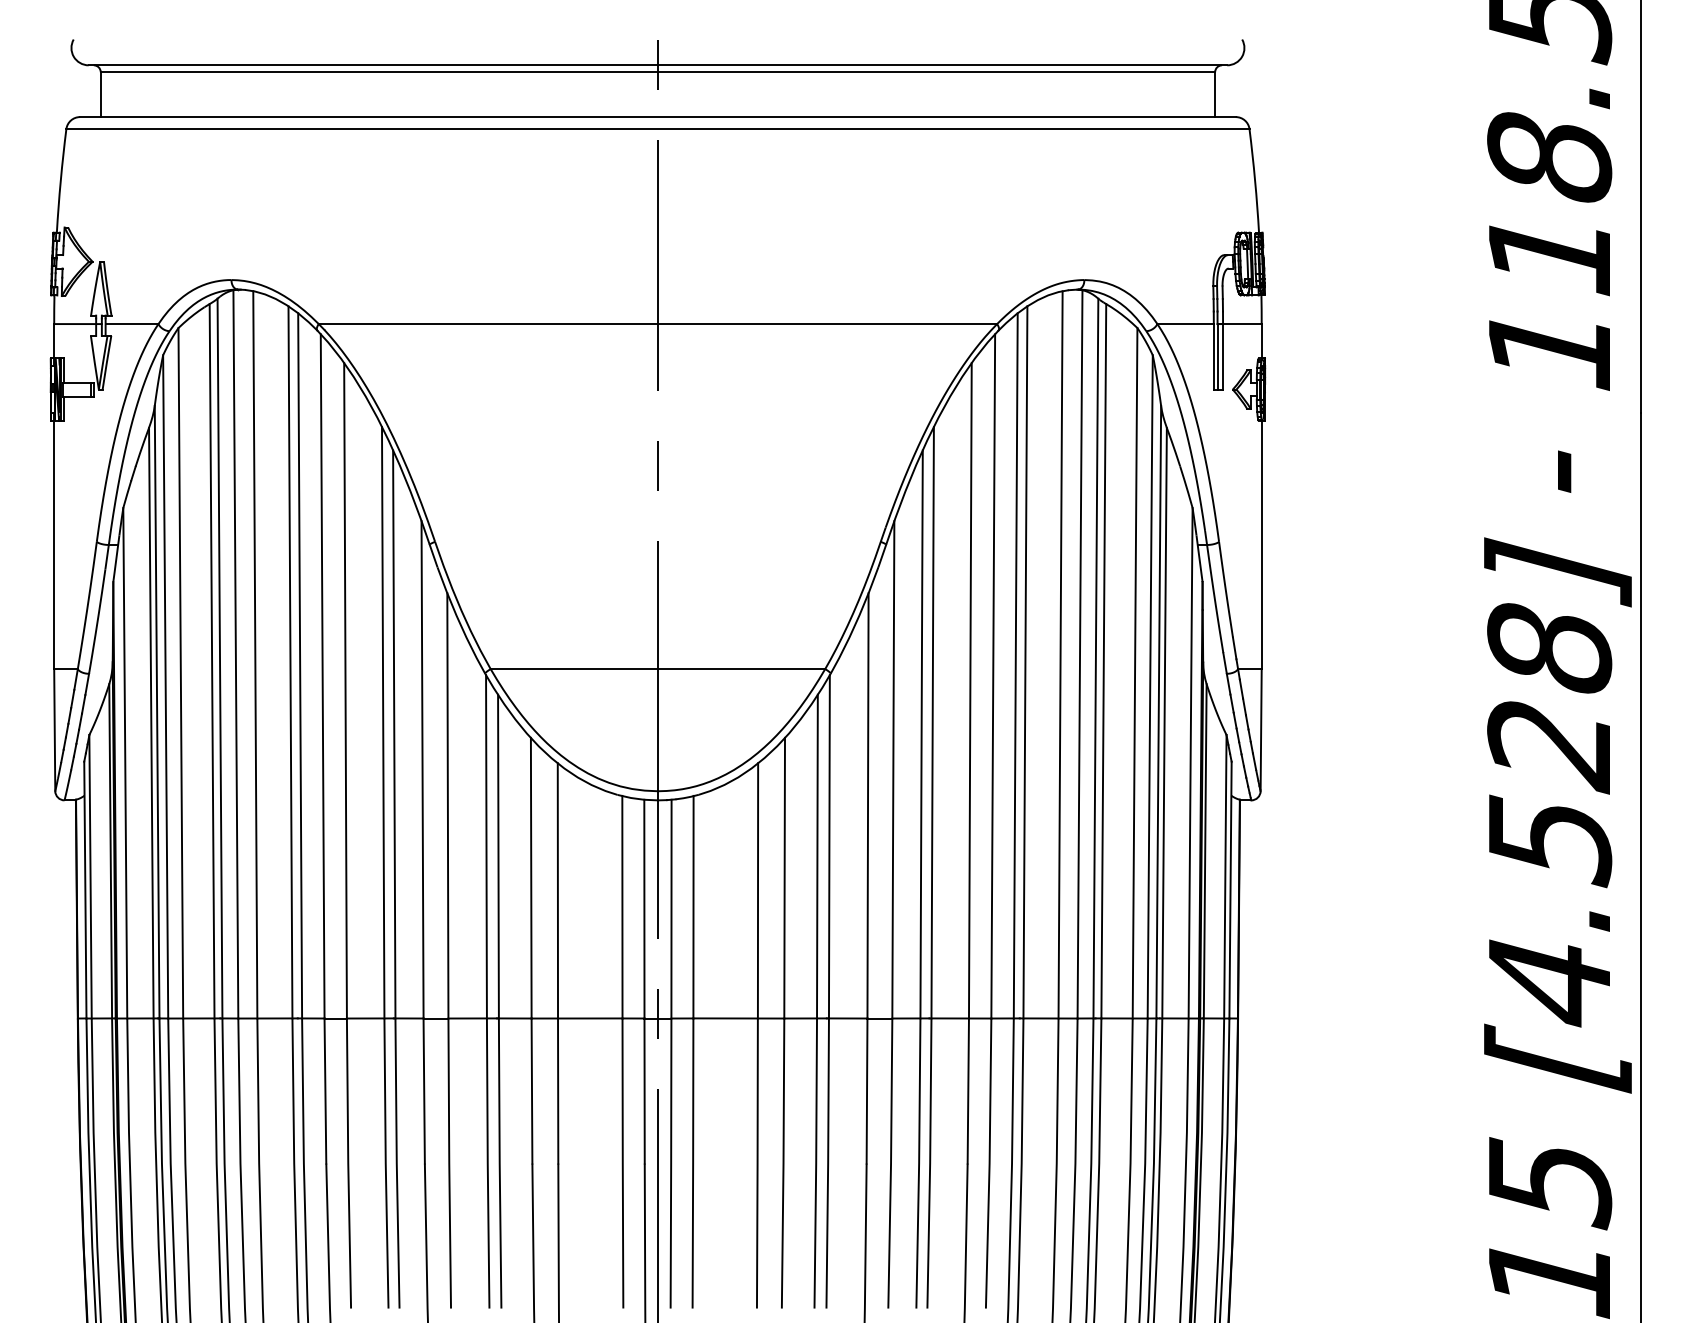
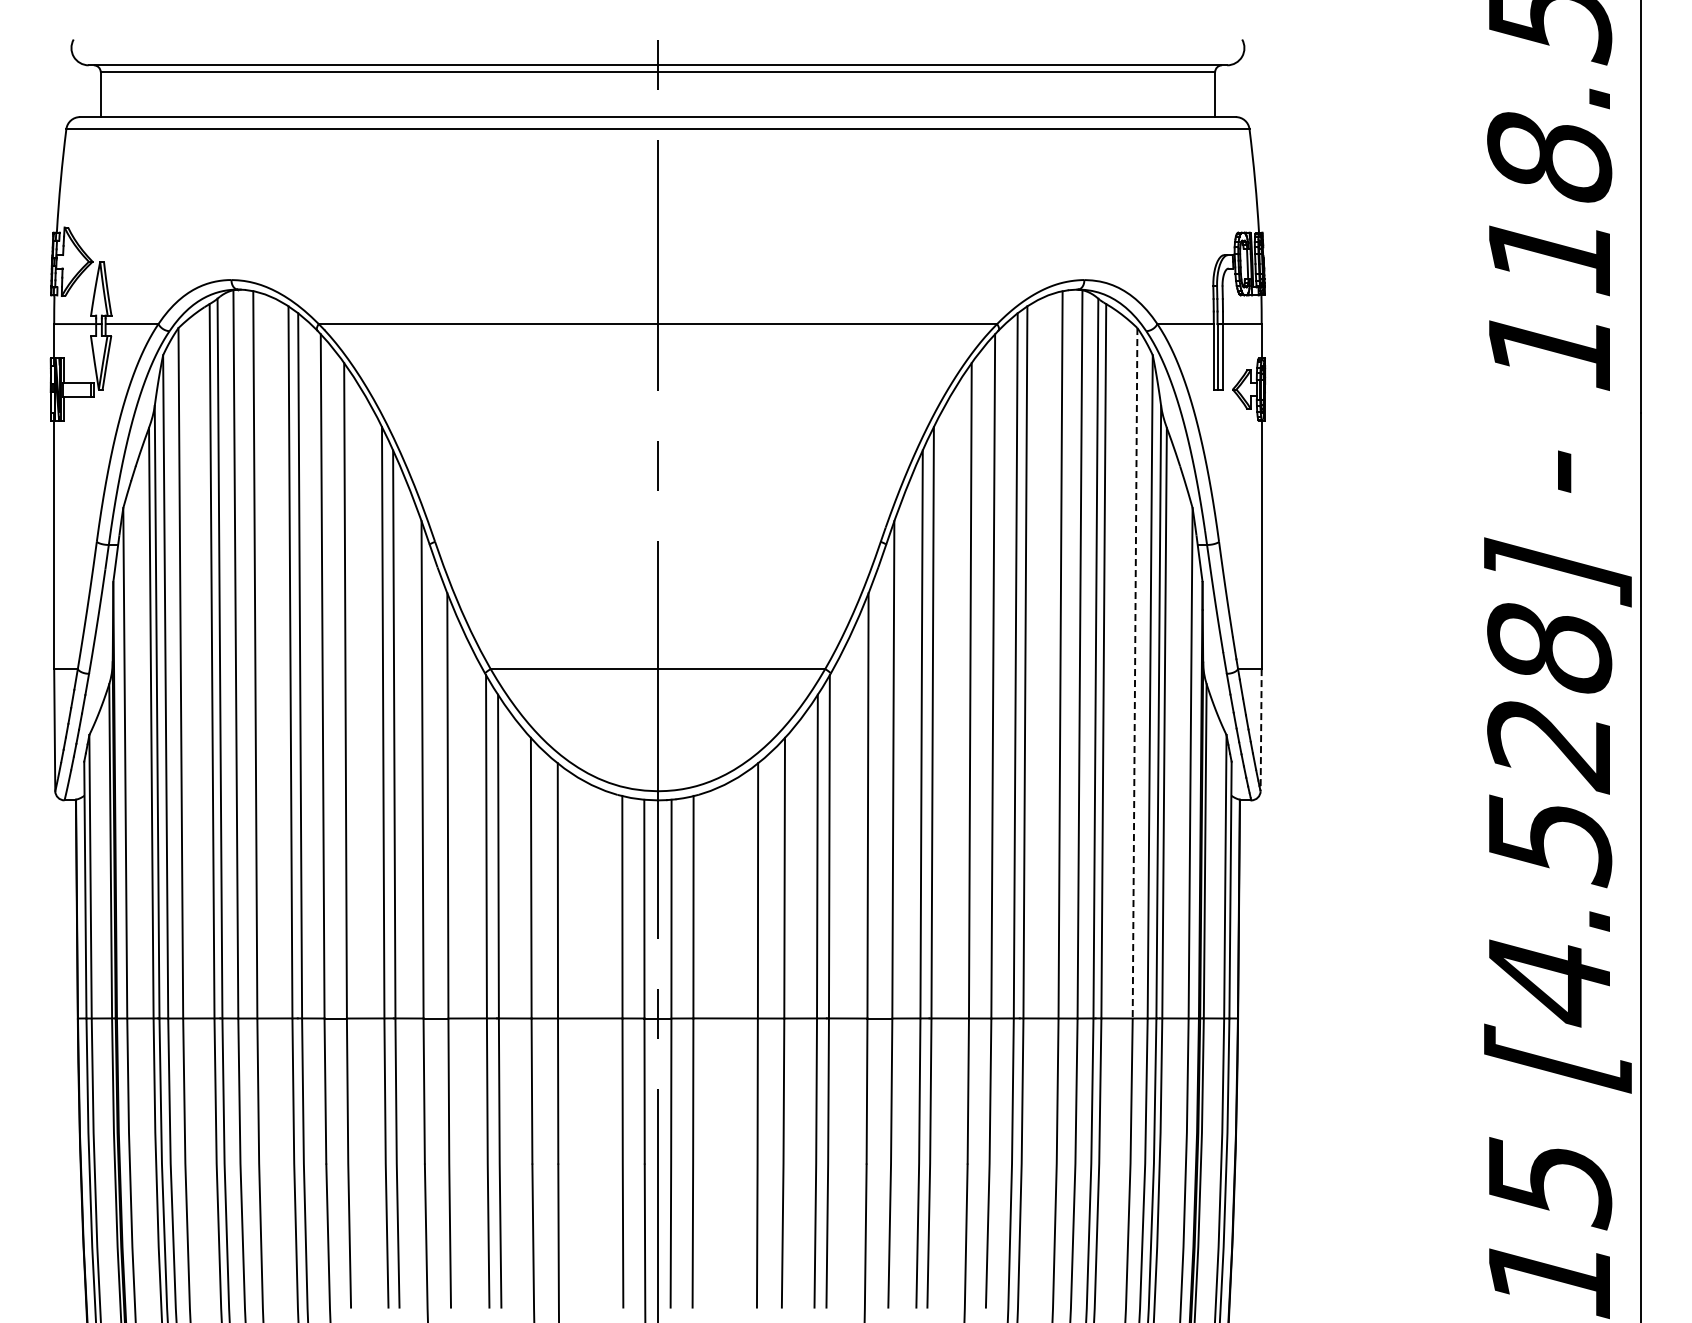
line at (1135, 673): solid -> dashed
line at (1261, 730): solid -> dashed
